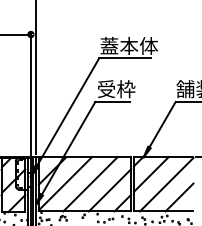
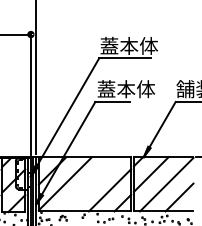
text at (126, 89): 受枠 -> 蓋本体
line at (90, 184): present -> none
